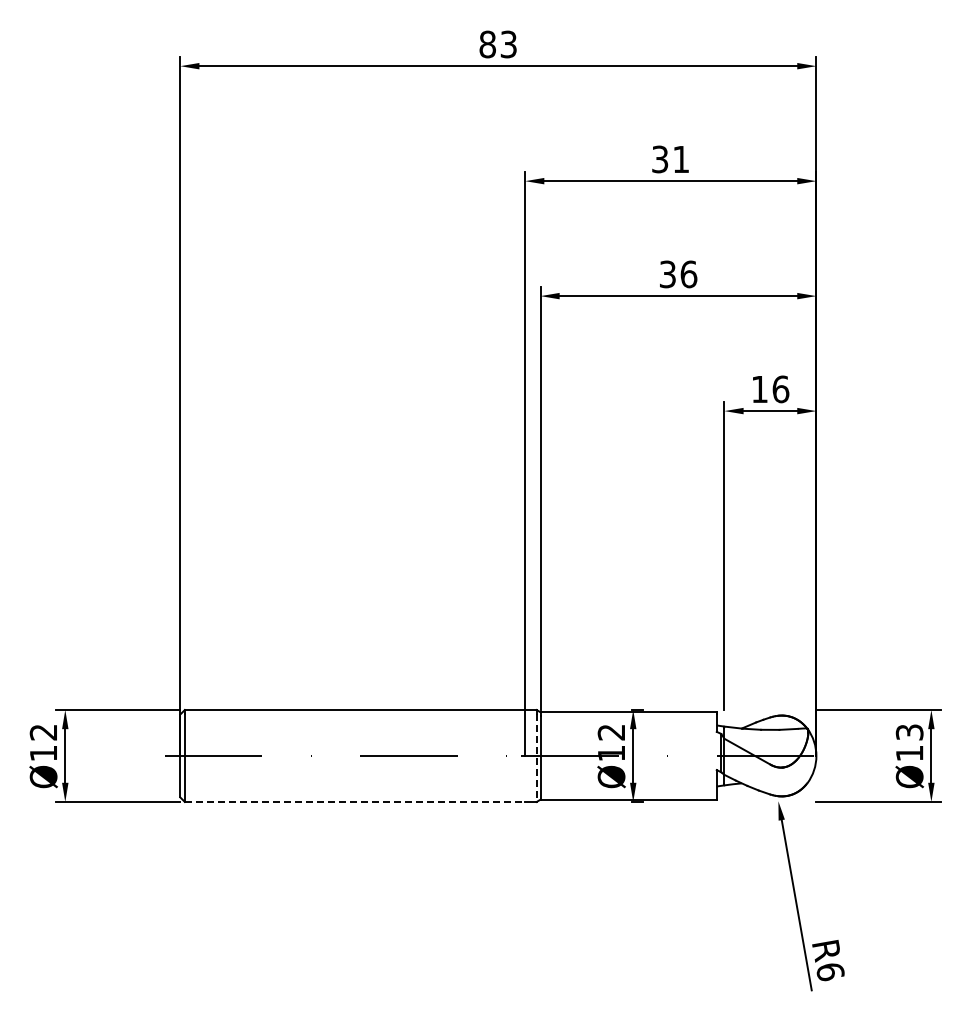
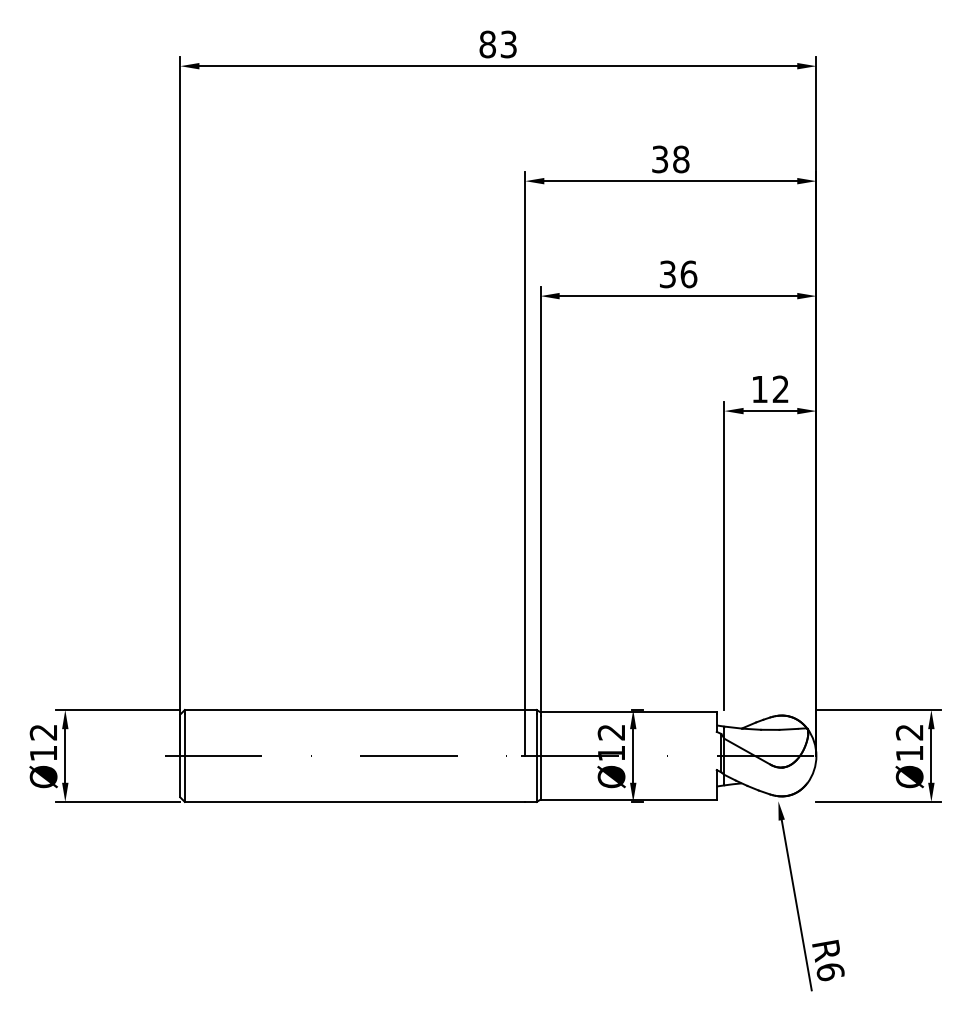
text at (681, 159): 31 -> 38
text at (780, 389): 16 -> 12
text at (909, 732): Ø13 -> Ø12
line at (536, 758): dashed -> solid
line at (355, 801): dashed -> solid
